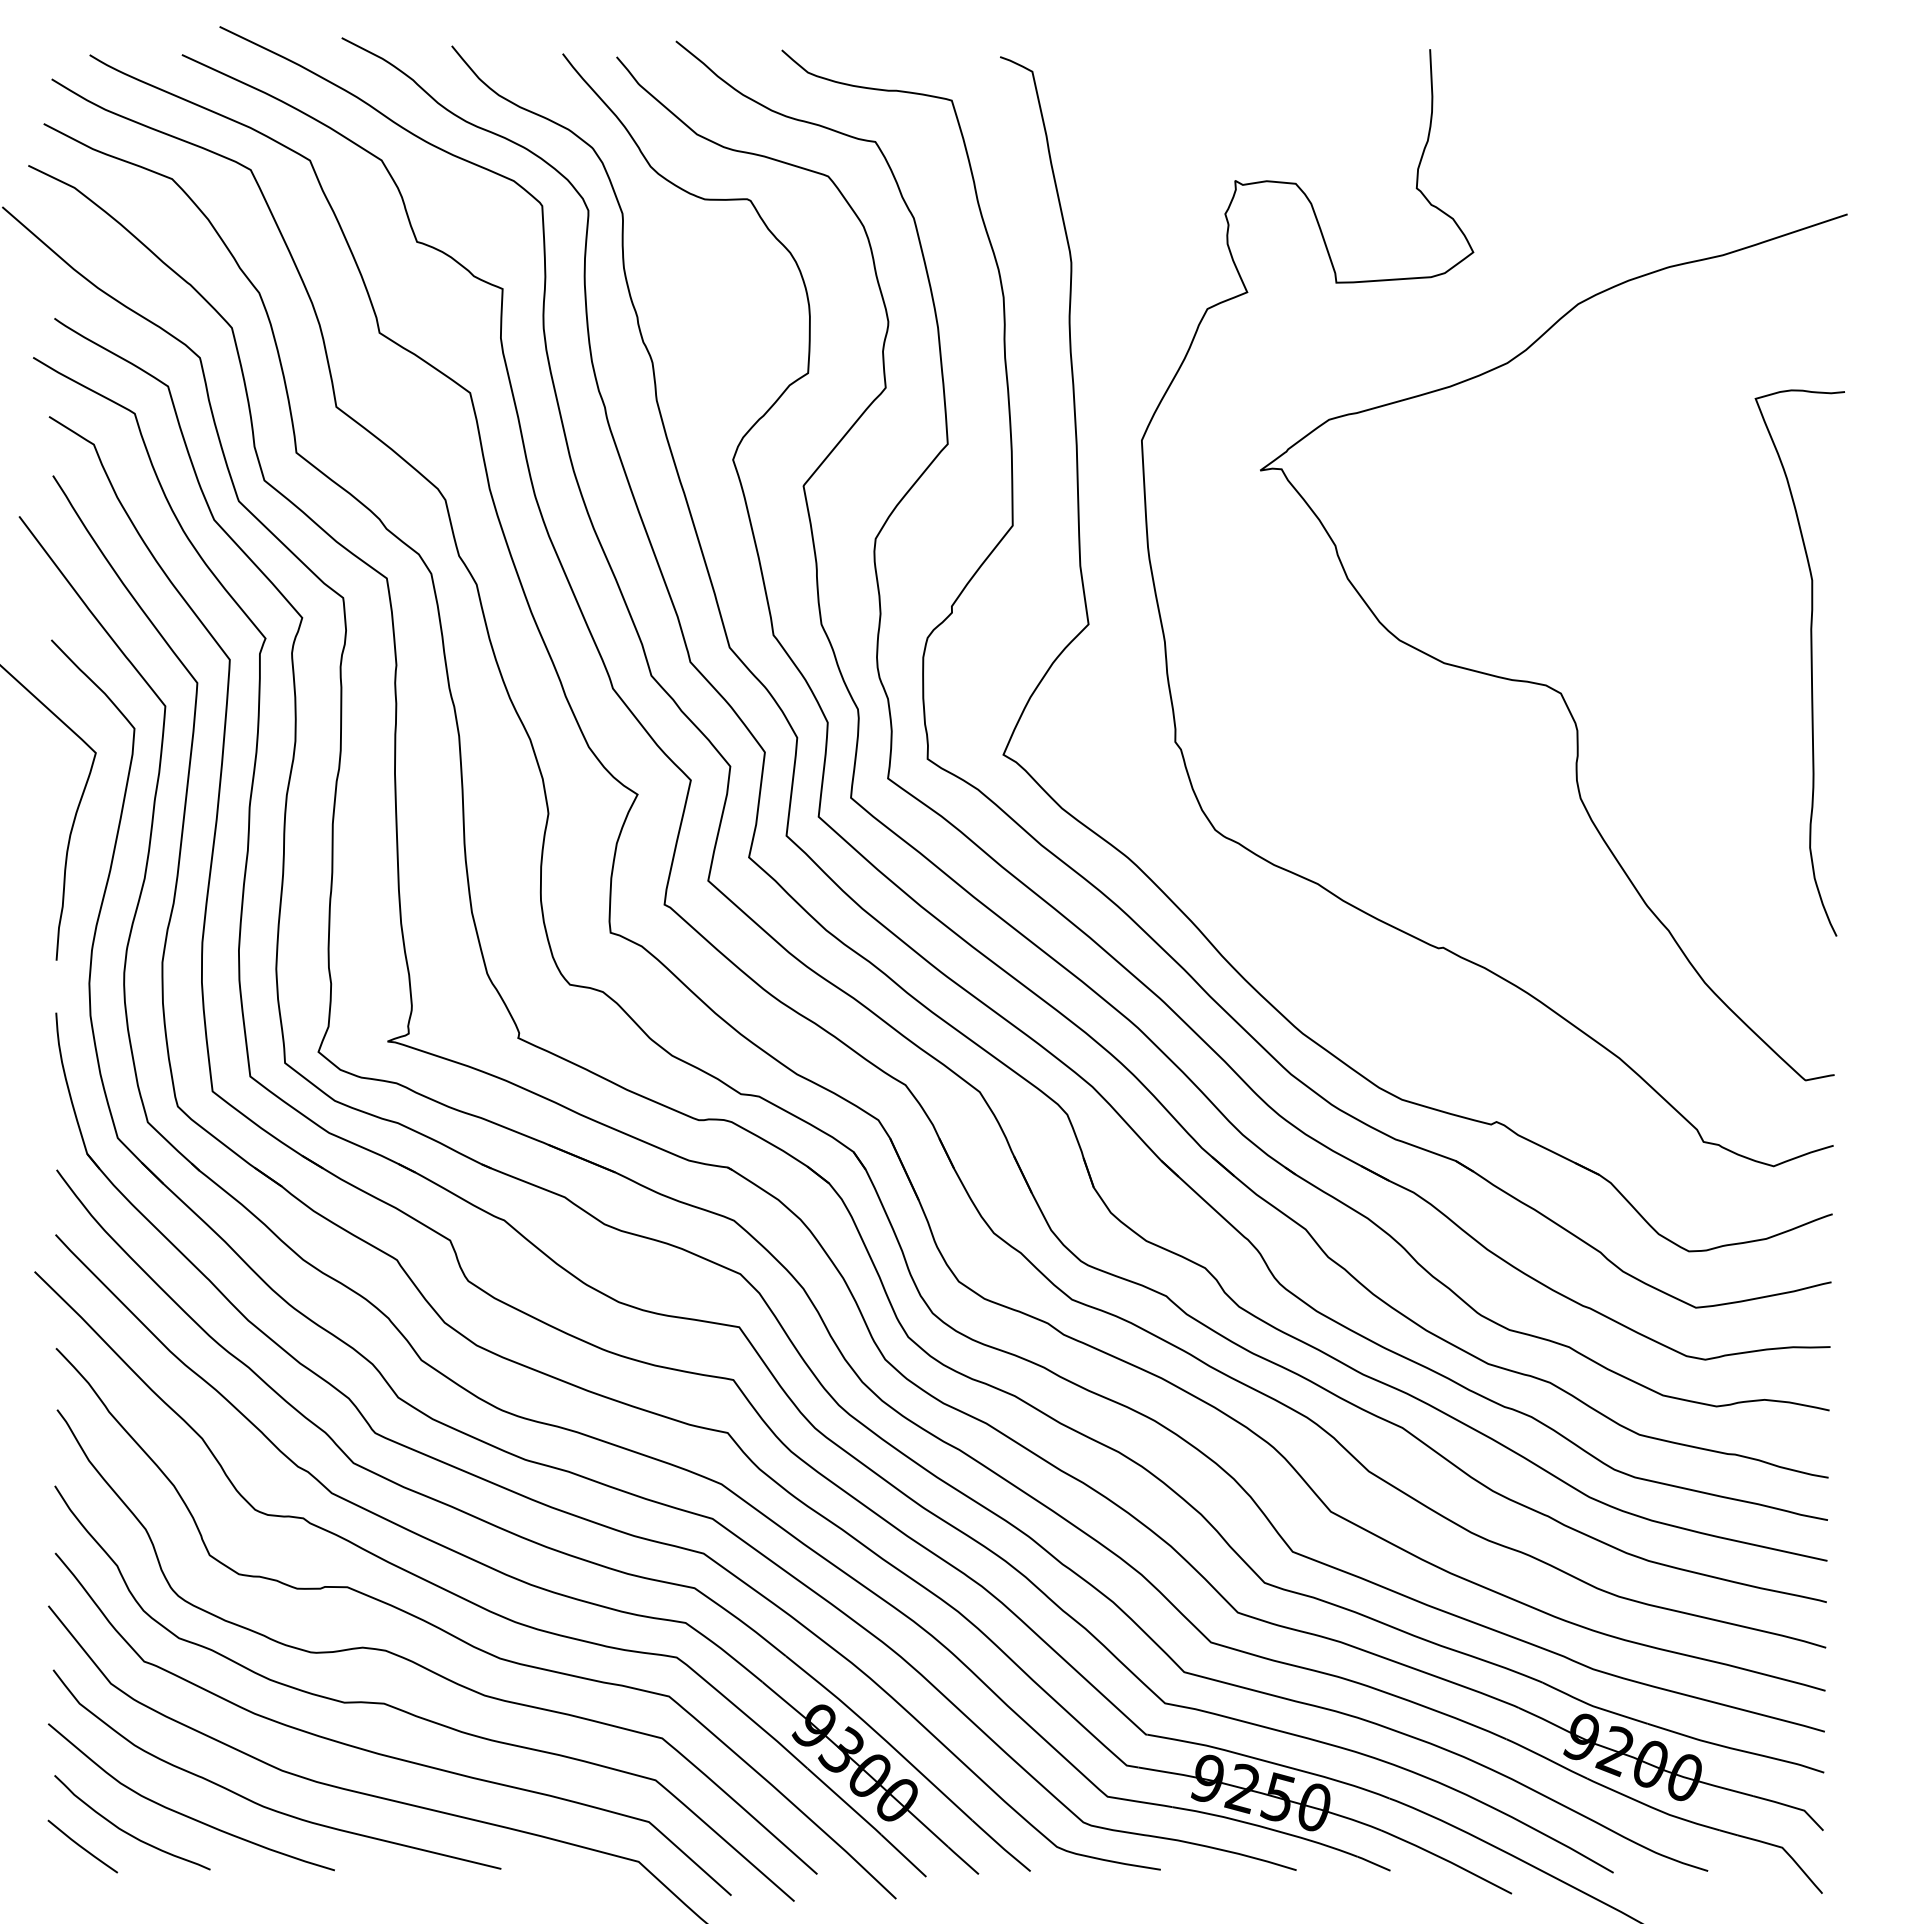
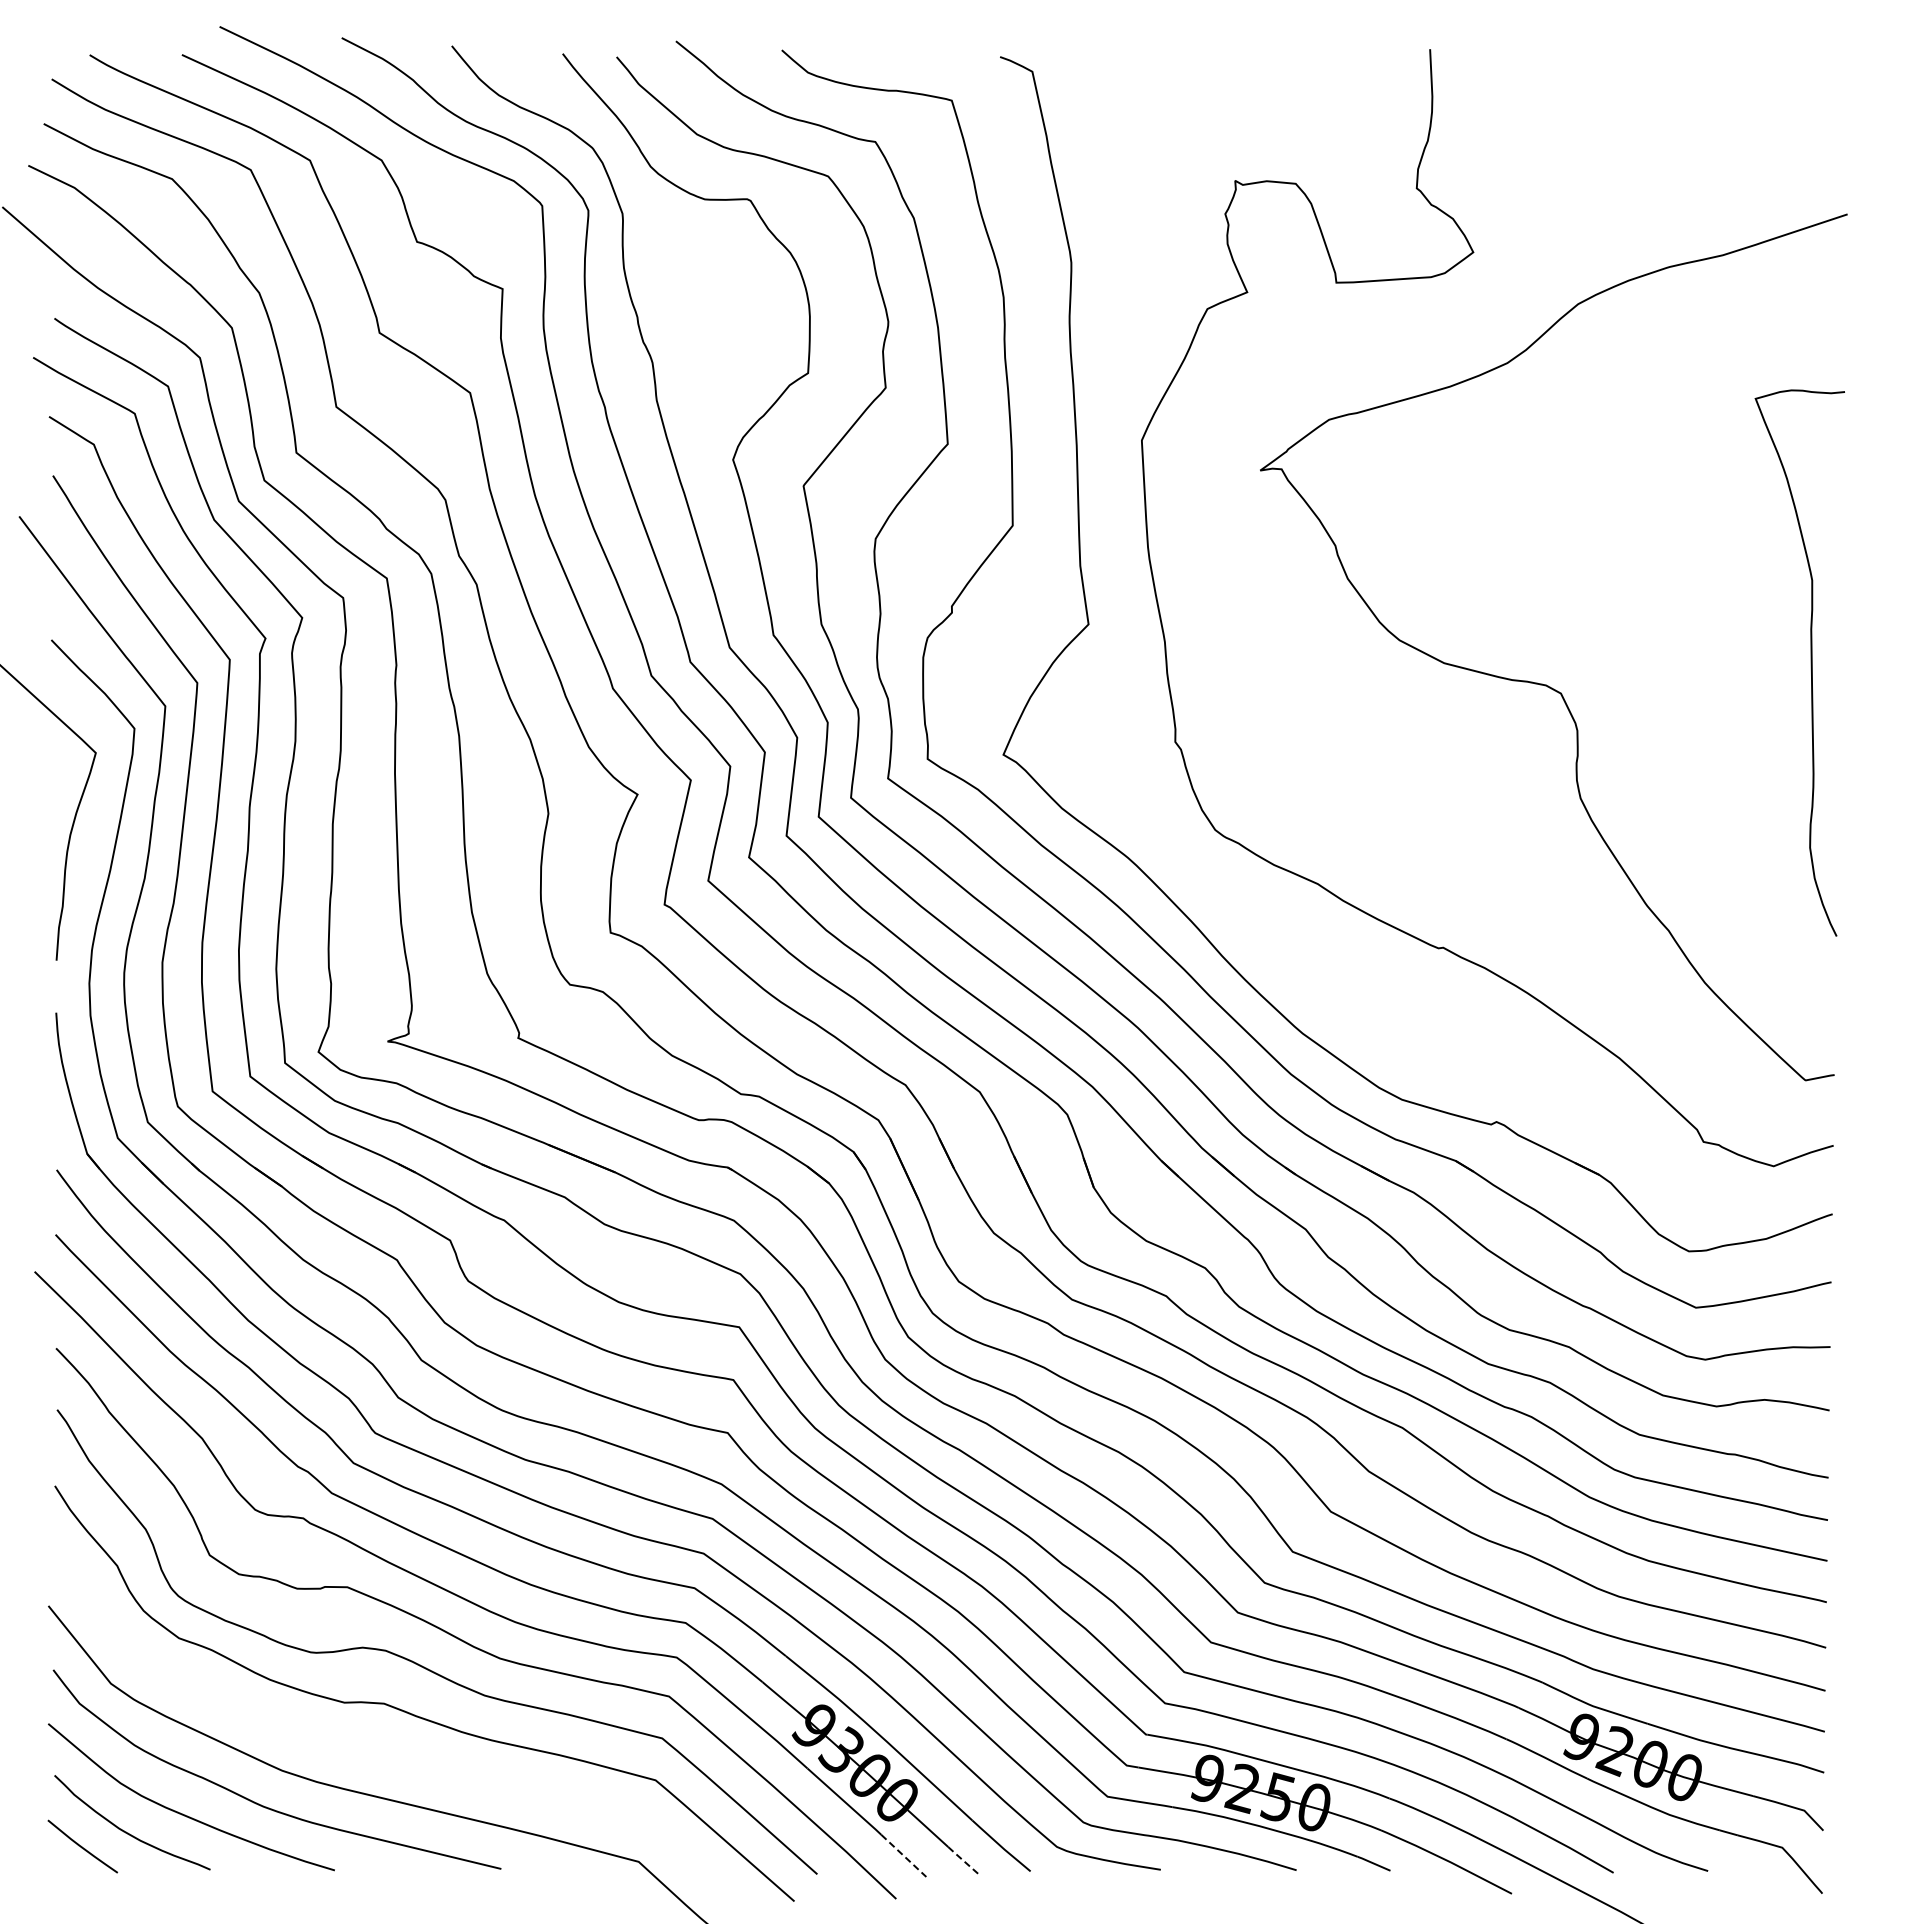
curve at (385, 1754): present -> none
line at (903, 1855): solid -> dashed
line at (963, 1860): solid -> dashed
